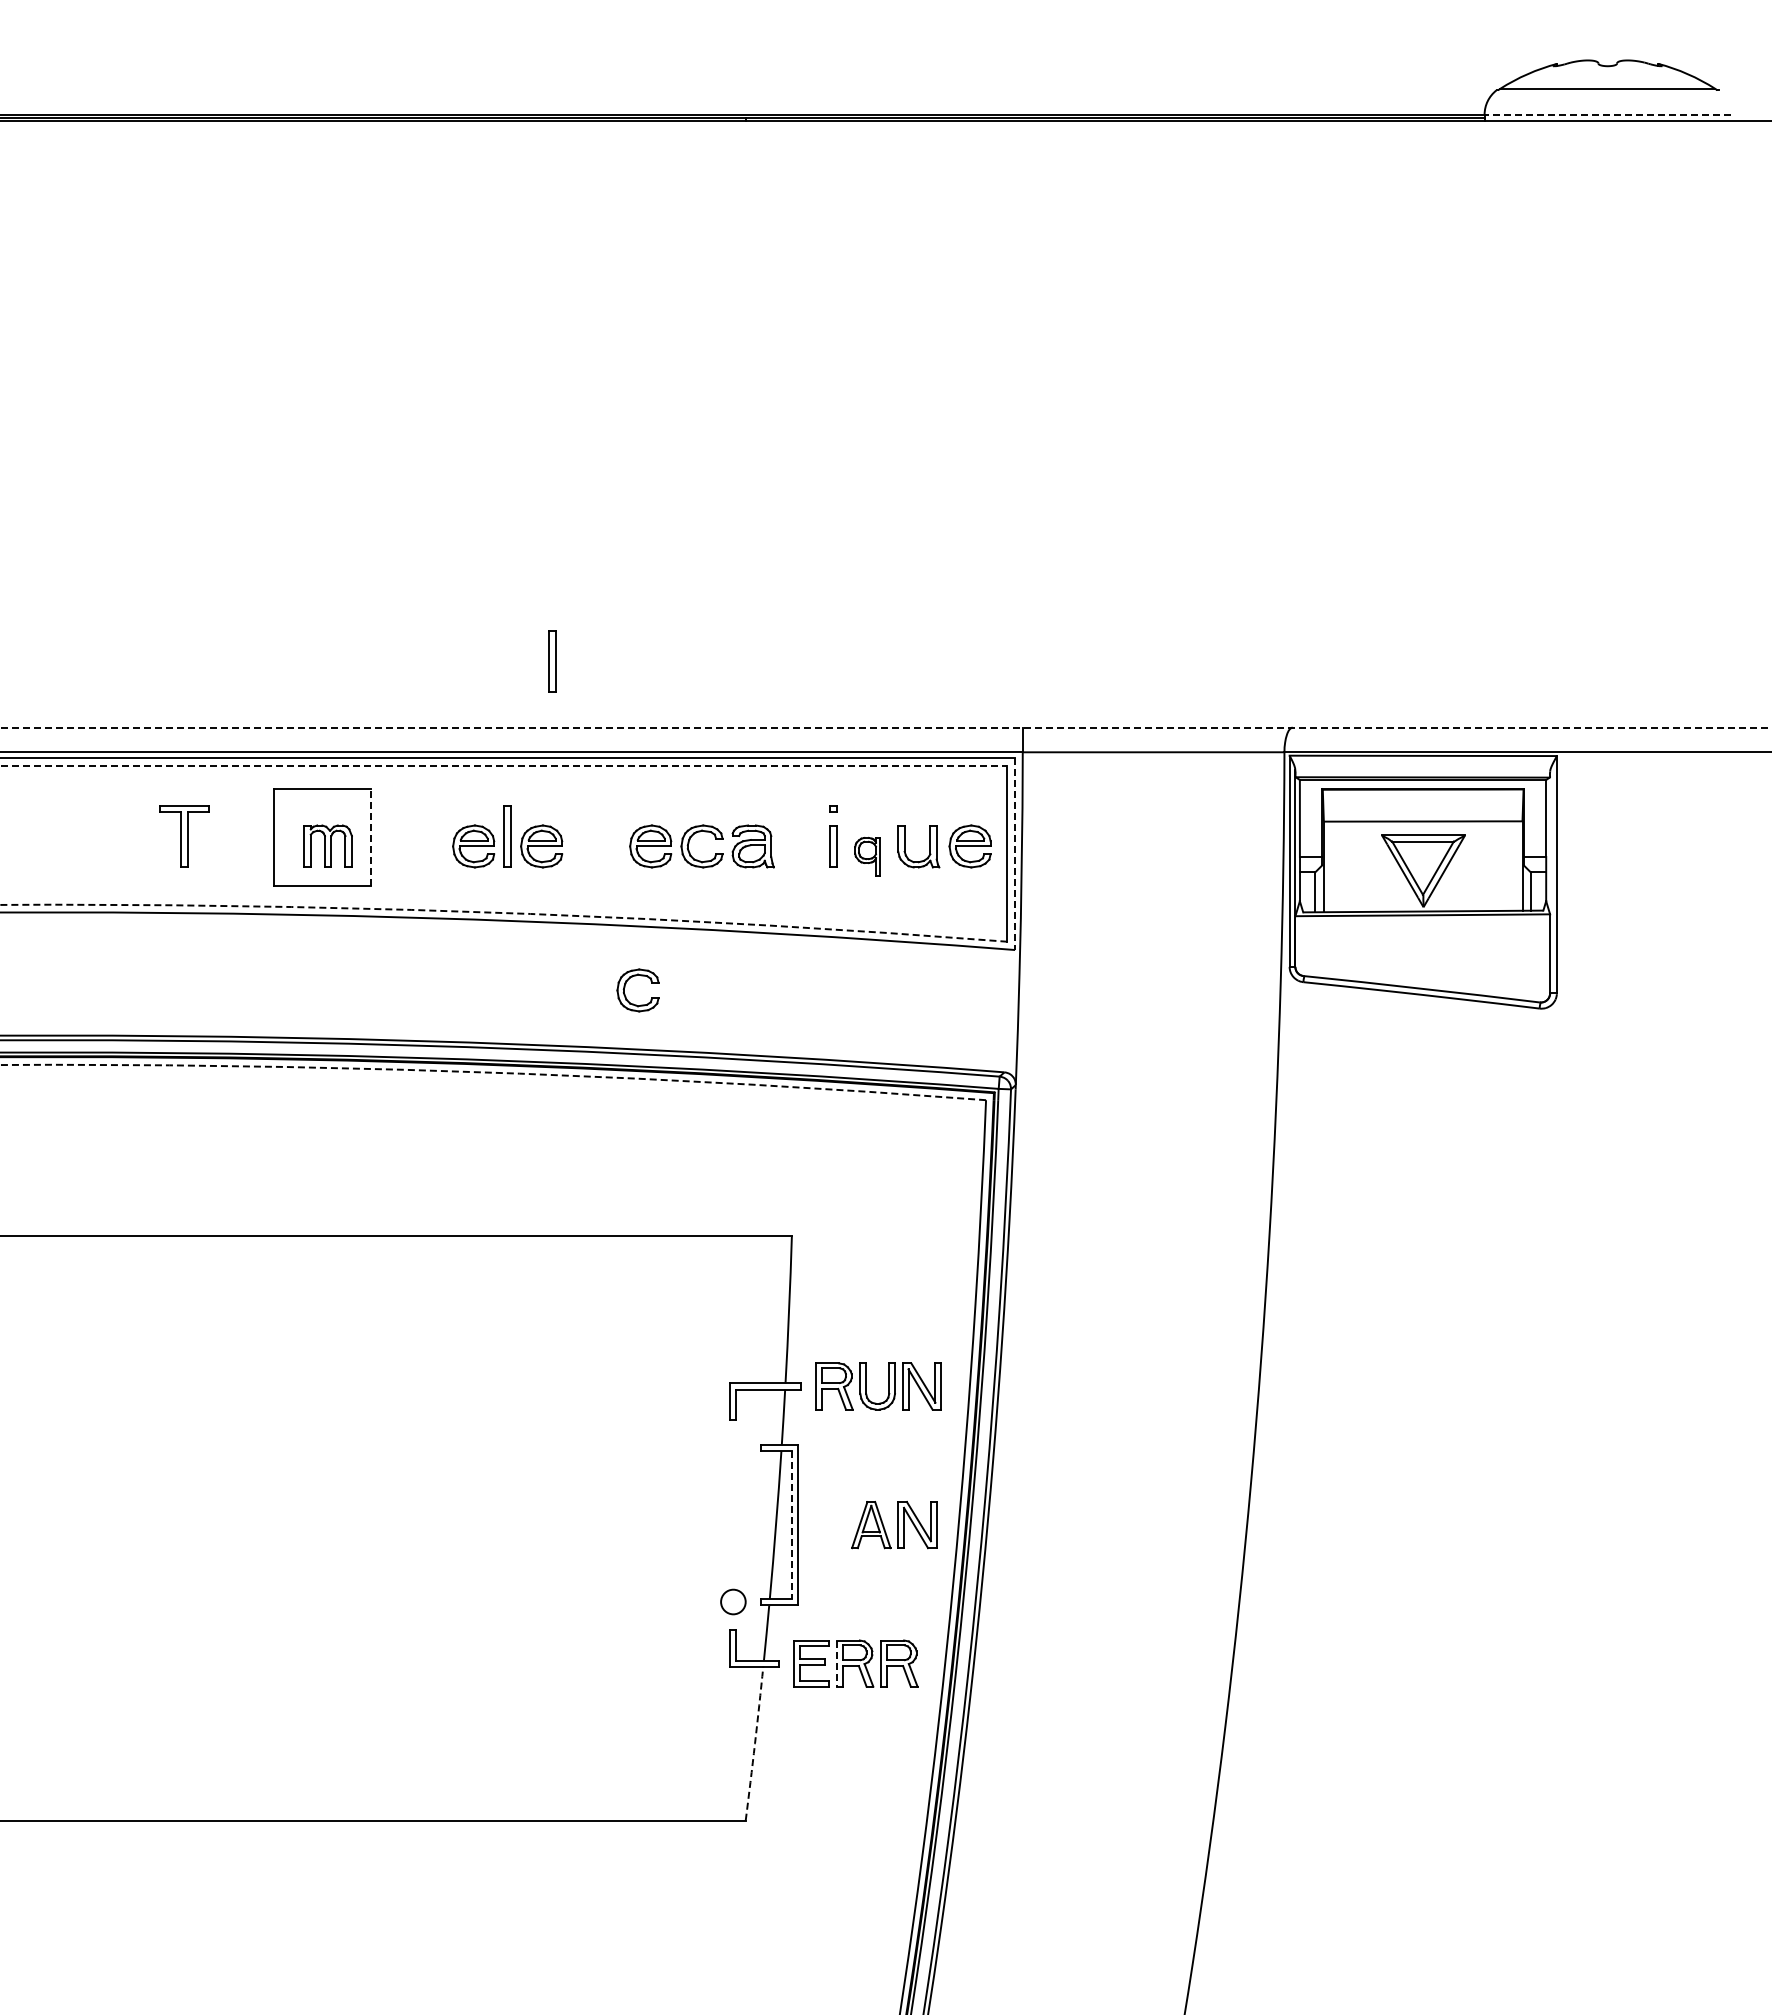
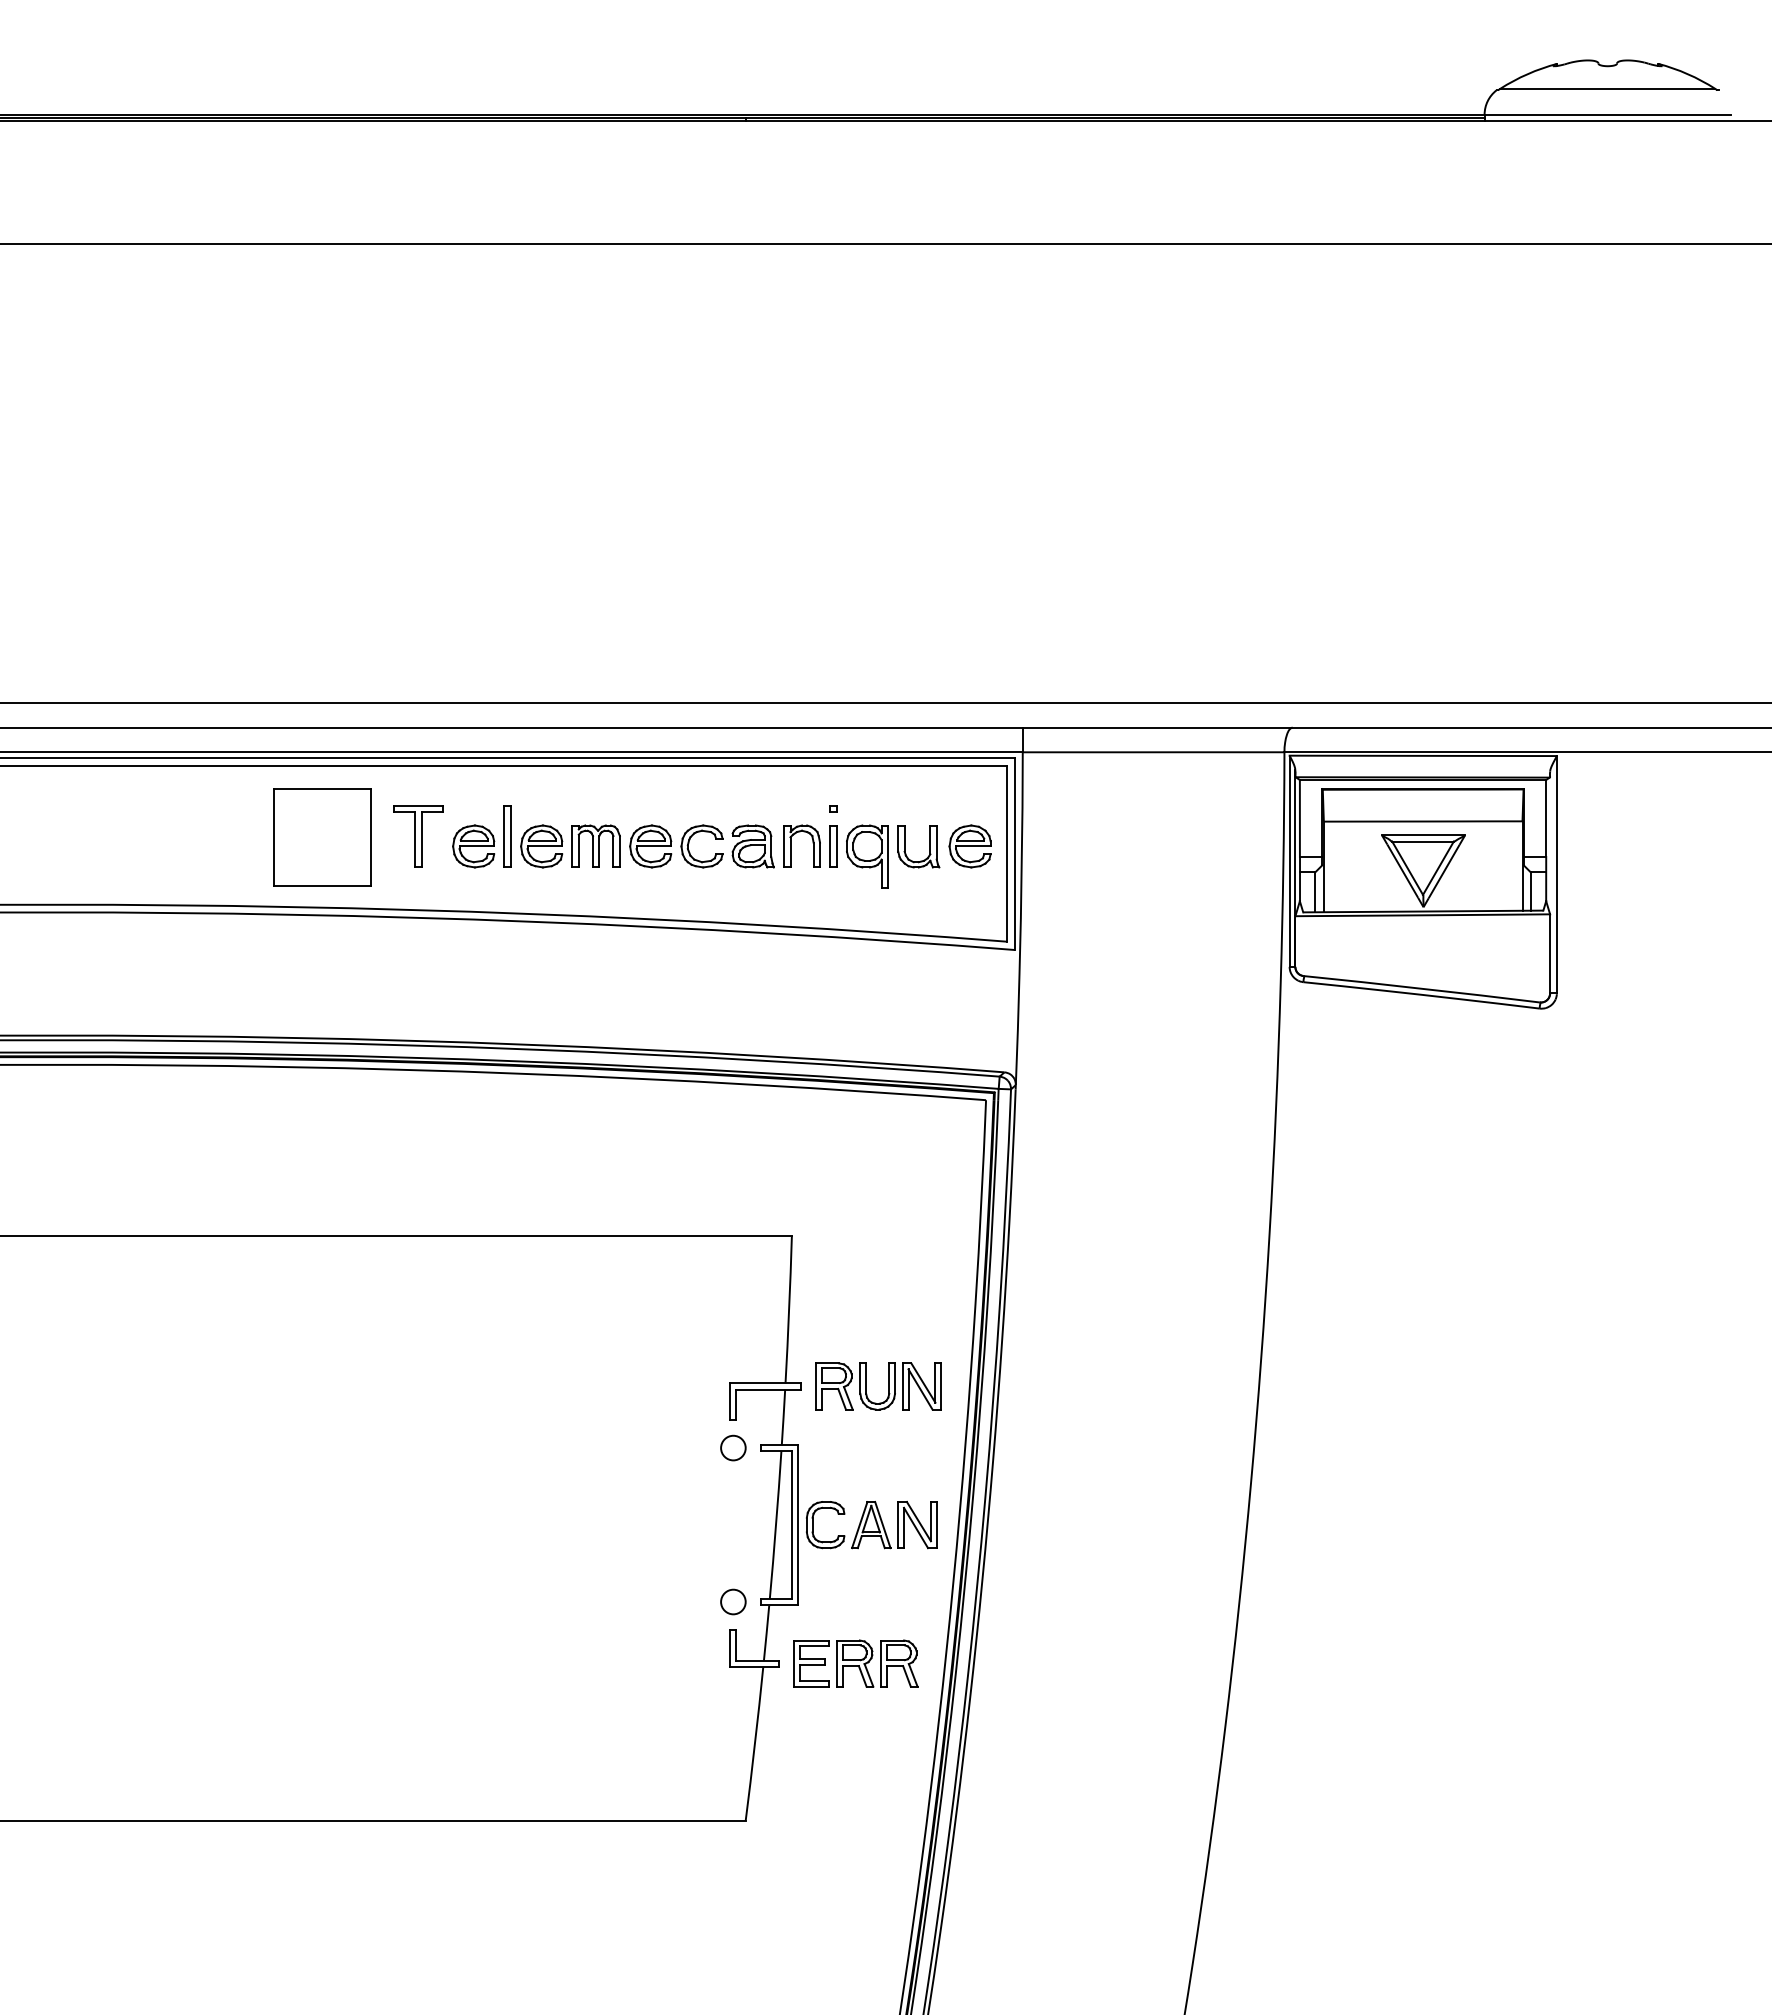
line at (1607, 114): dashed -> solid
line at (885, 244): none -> present
part at (552, 661): present -> none
line at (885, 703): none -> present
line at (885, 727): dashed -> solid
line at (504, 766): dashed -> solid
part at (184, 836) position: (184, 836) -> (418, 836)
line at (371, 837): dashed -> solid
part at (327, 845) position: (327, 845) -> (595, 845)
part at (791, 845): none -> present
line at (1015, 854): dashed -> solid
part at (867, 856) size: 27x41 px -> 43x65 px
arc at (503, 913): dashed -> solid
part at (625, 987): present -> none
arc at (492, 1072): dashed -> solid
circle at (733, 1447): none -> present
line at (791, 1525): dashed -> solid
part at (813, 1525): none -> present
line at (836, 1664): dashed -> solid
arc at (755, 1743): dashed -> solid
